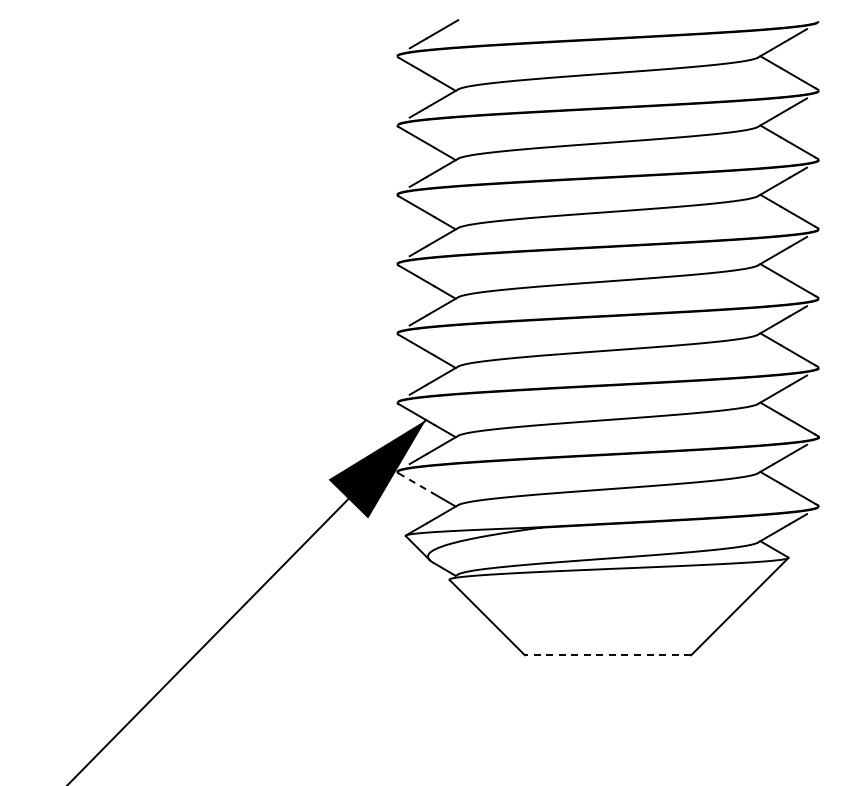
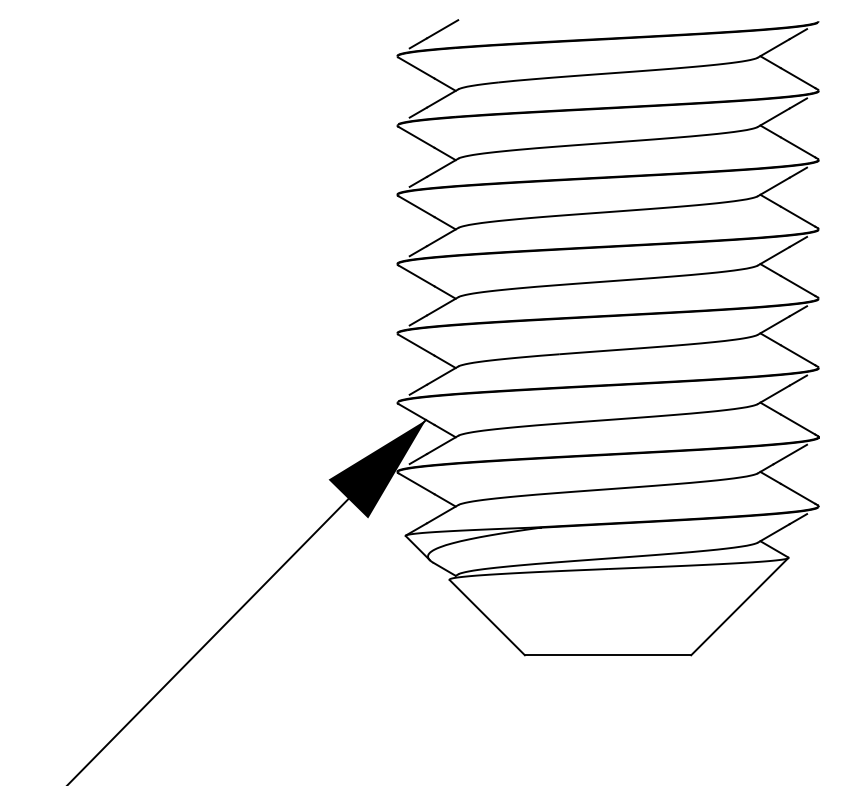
line at (416, 483): dashed -> solid
line at (607, 655): dashed -> solid
